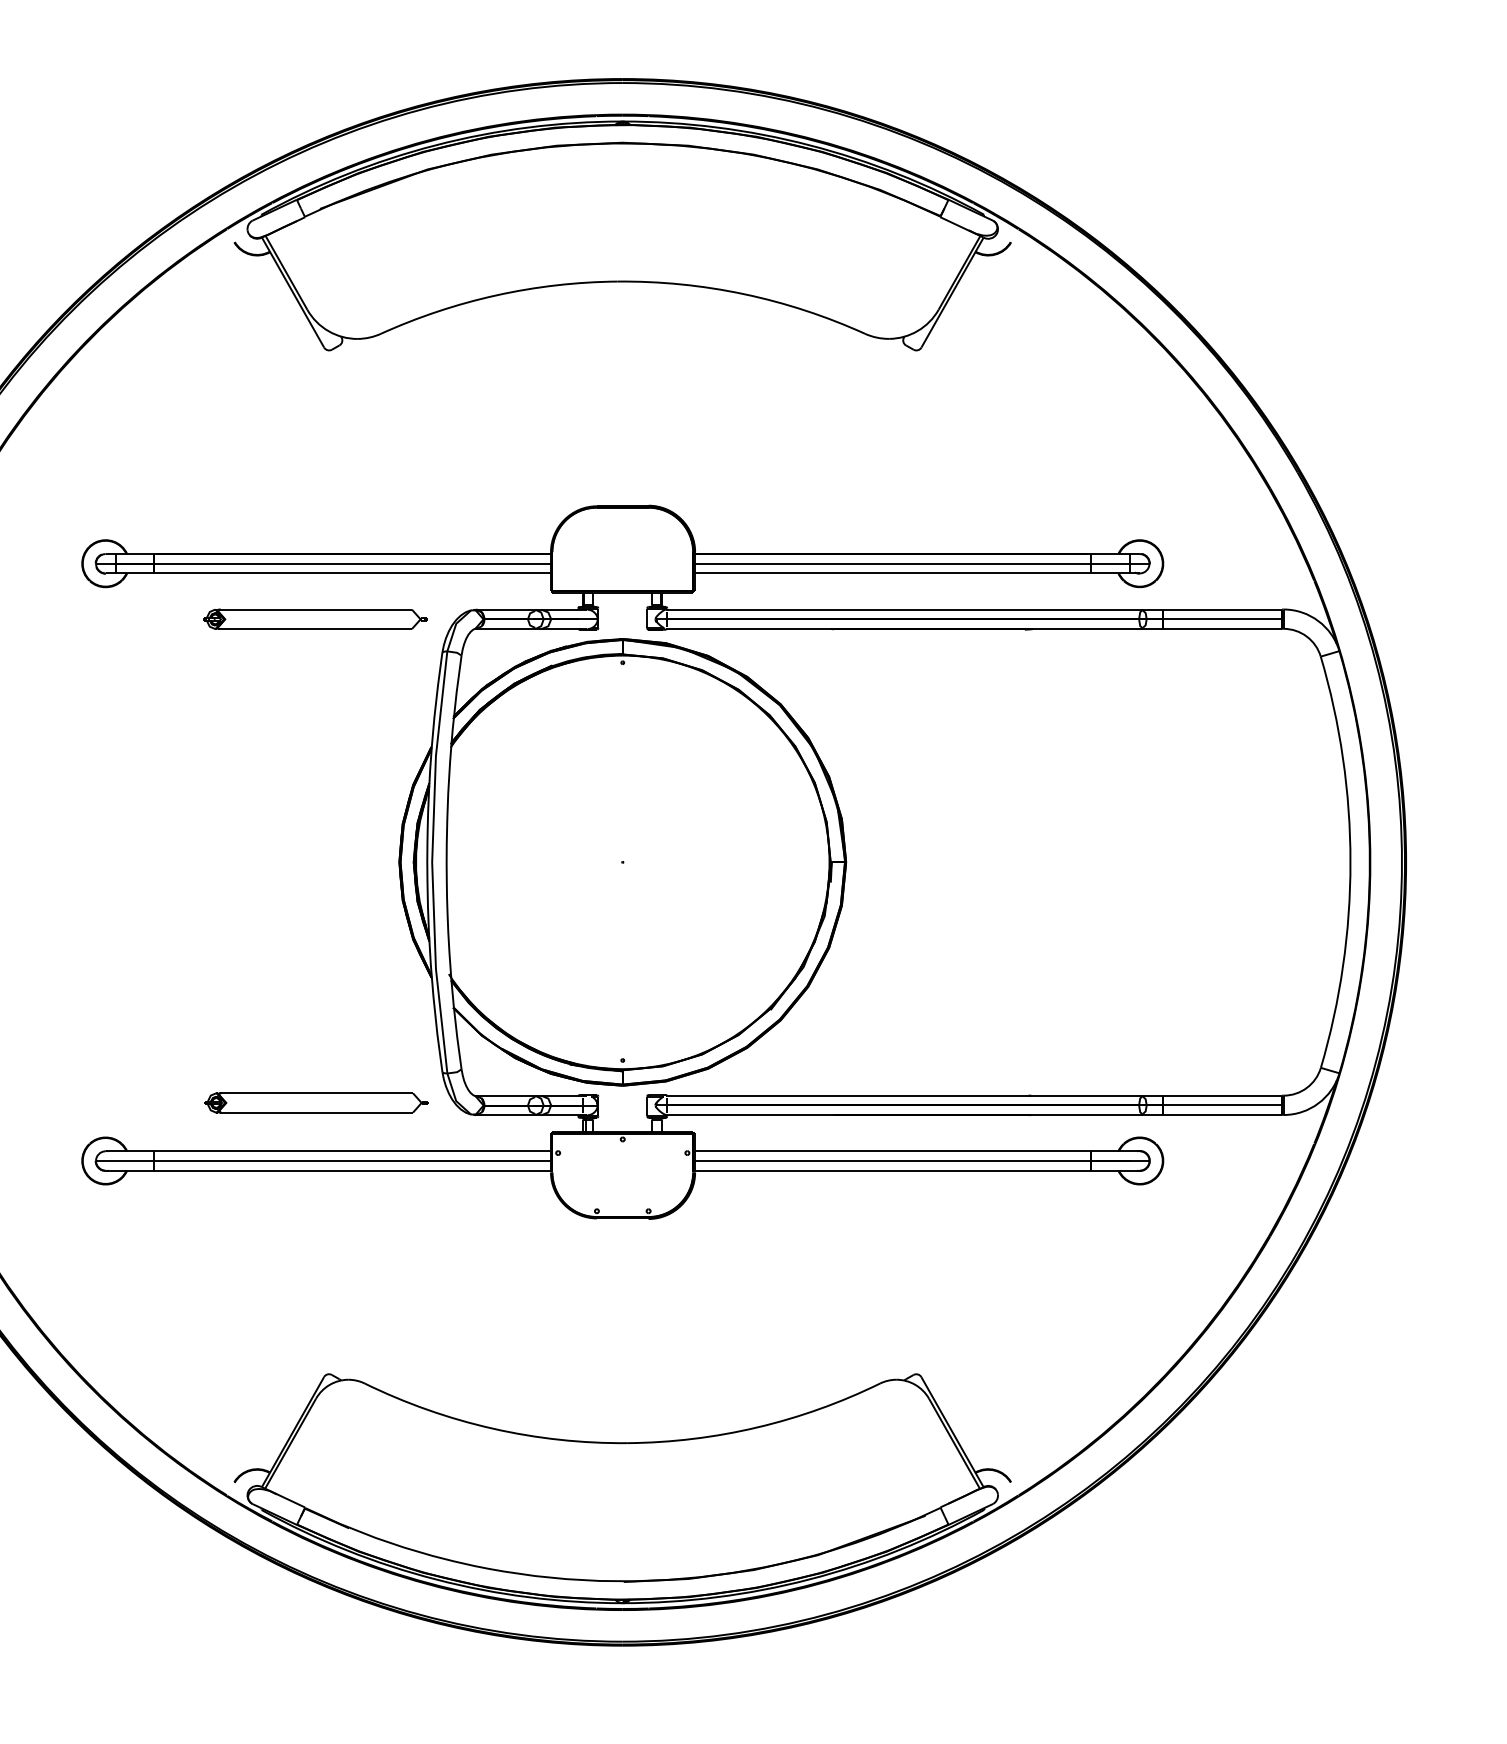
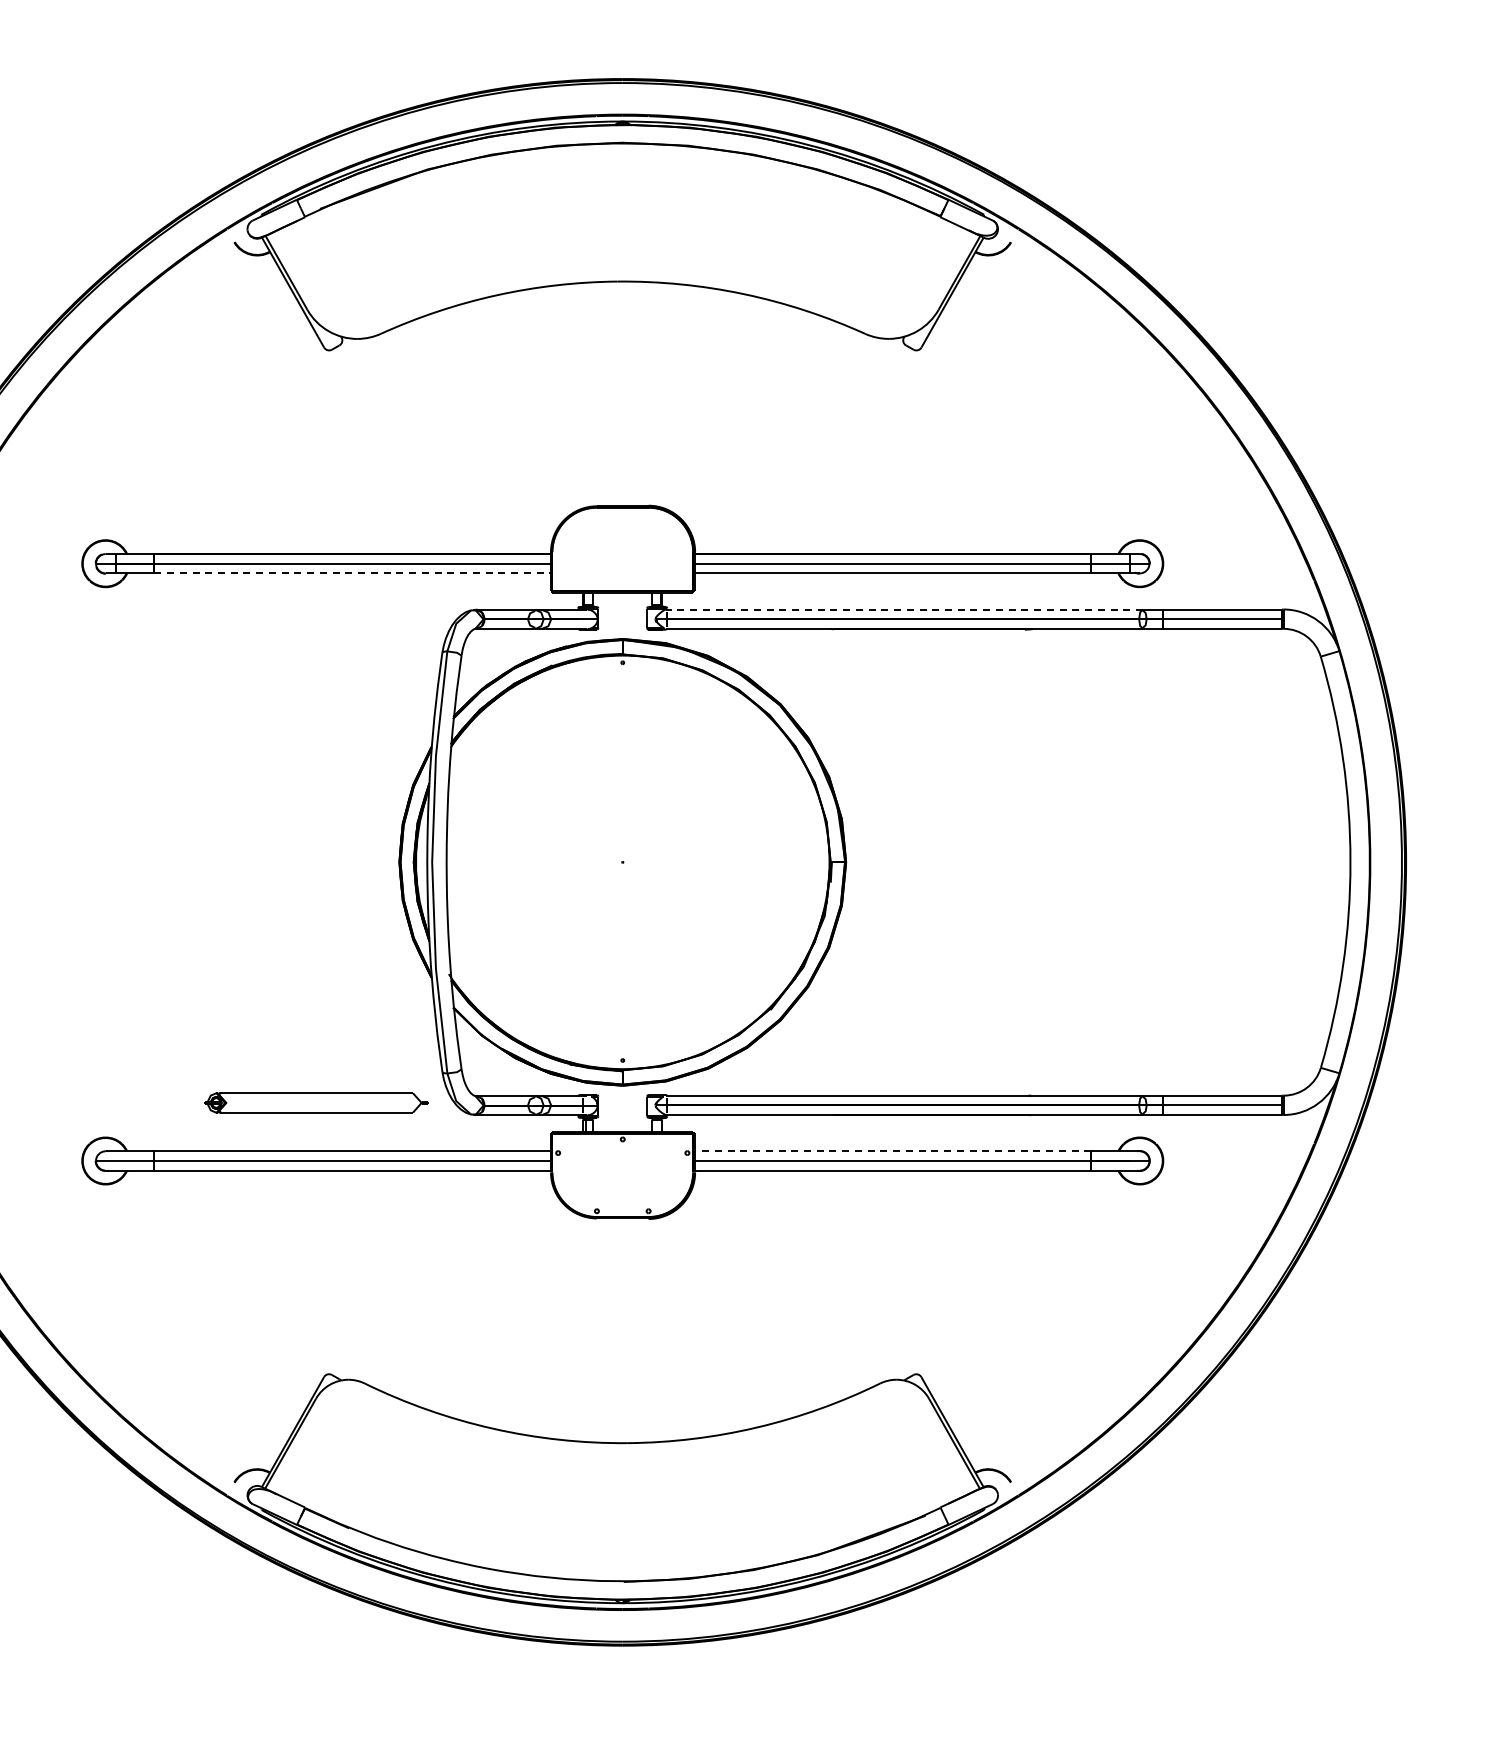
line at (353, 573): solid -> dashed
line at (904, 609): solid -> dashed
part at (315, 618): present -> none
line at (892, 1151): solid -> dashed
